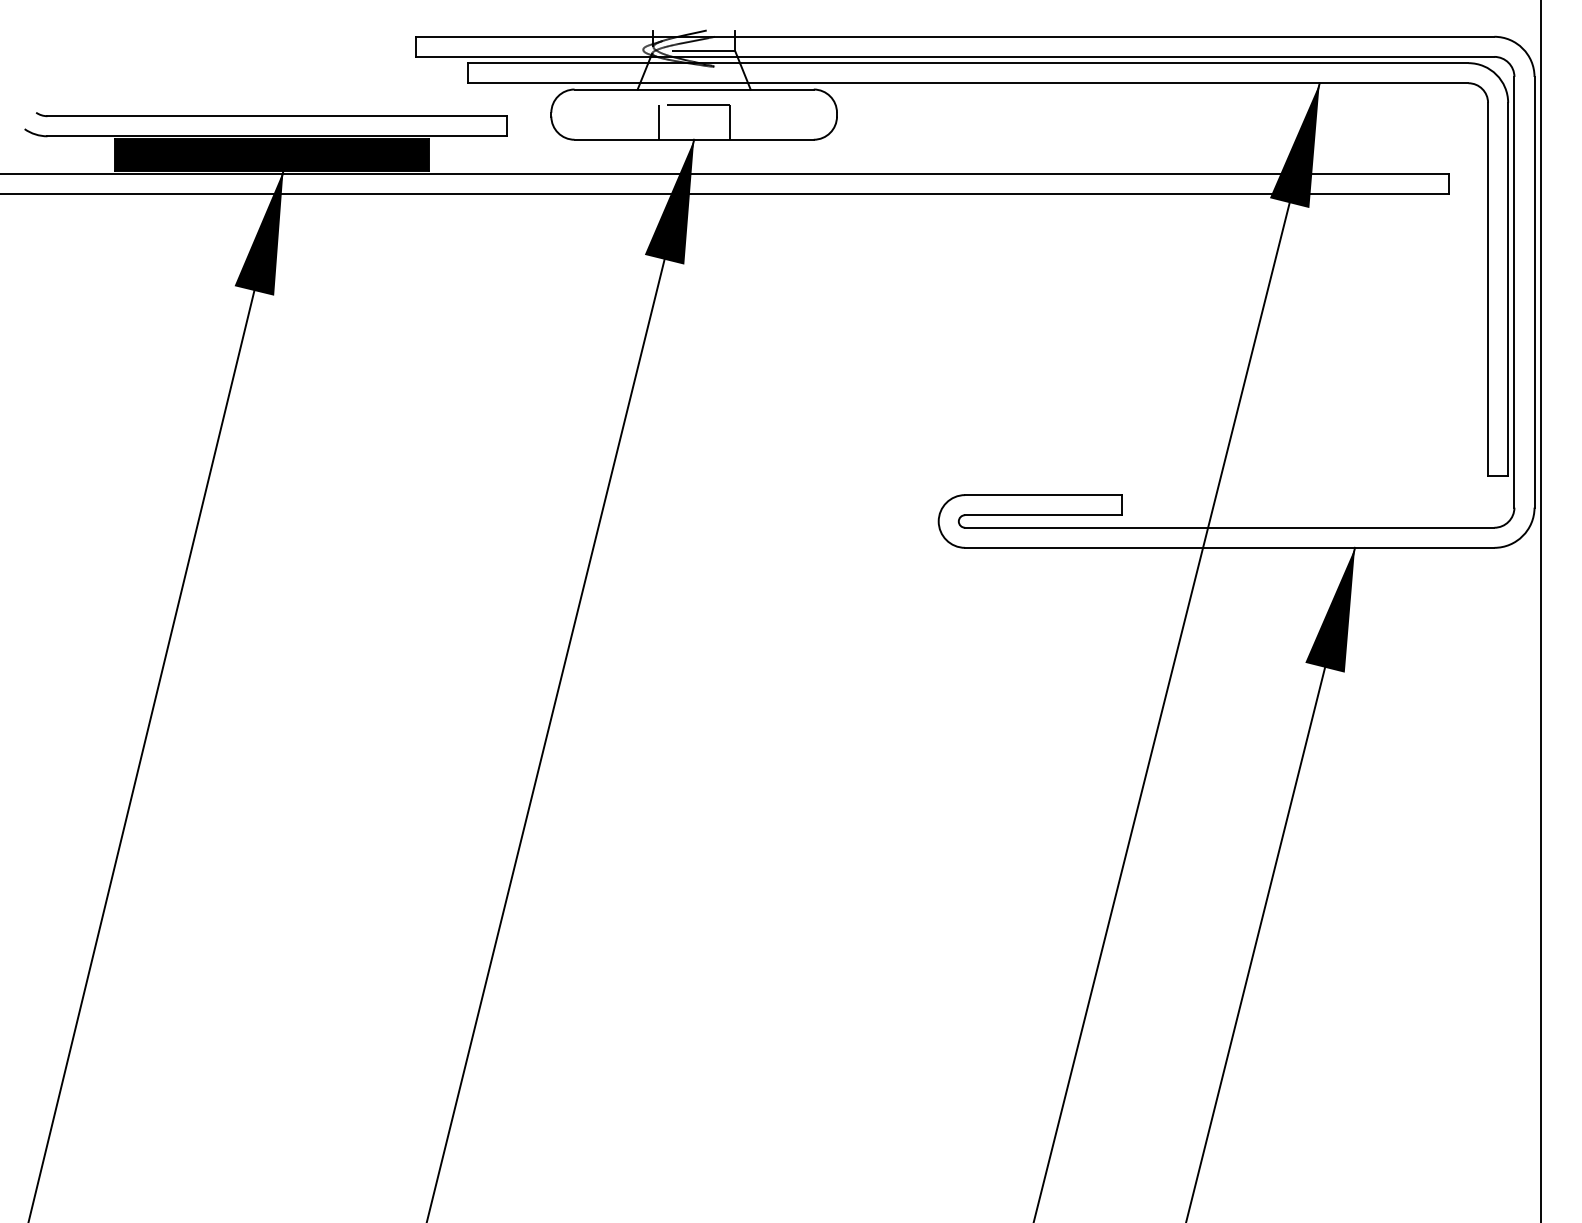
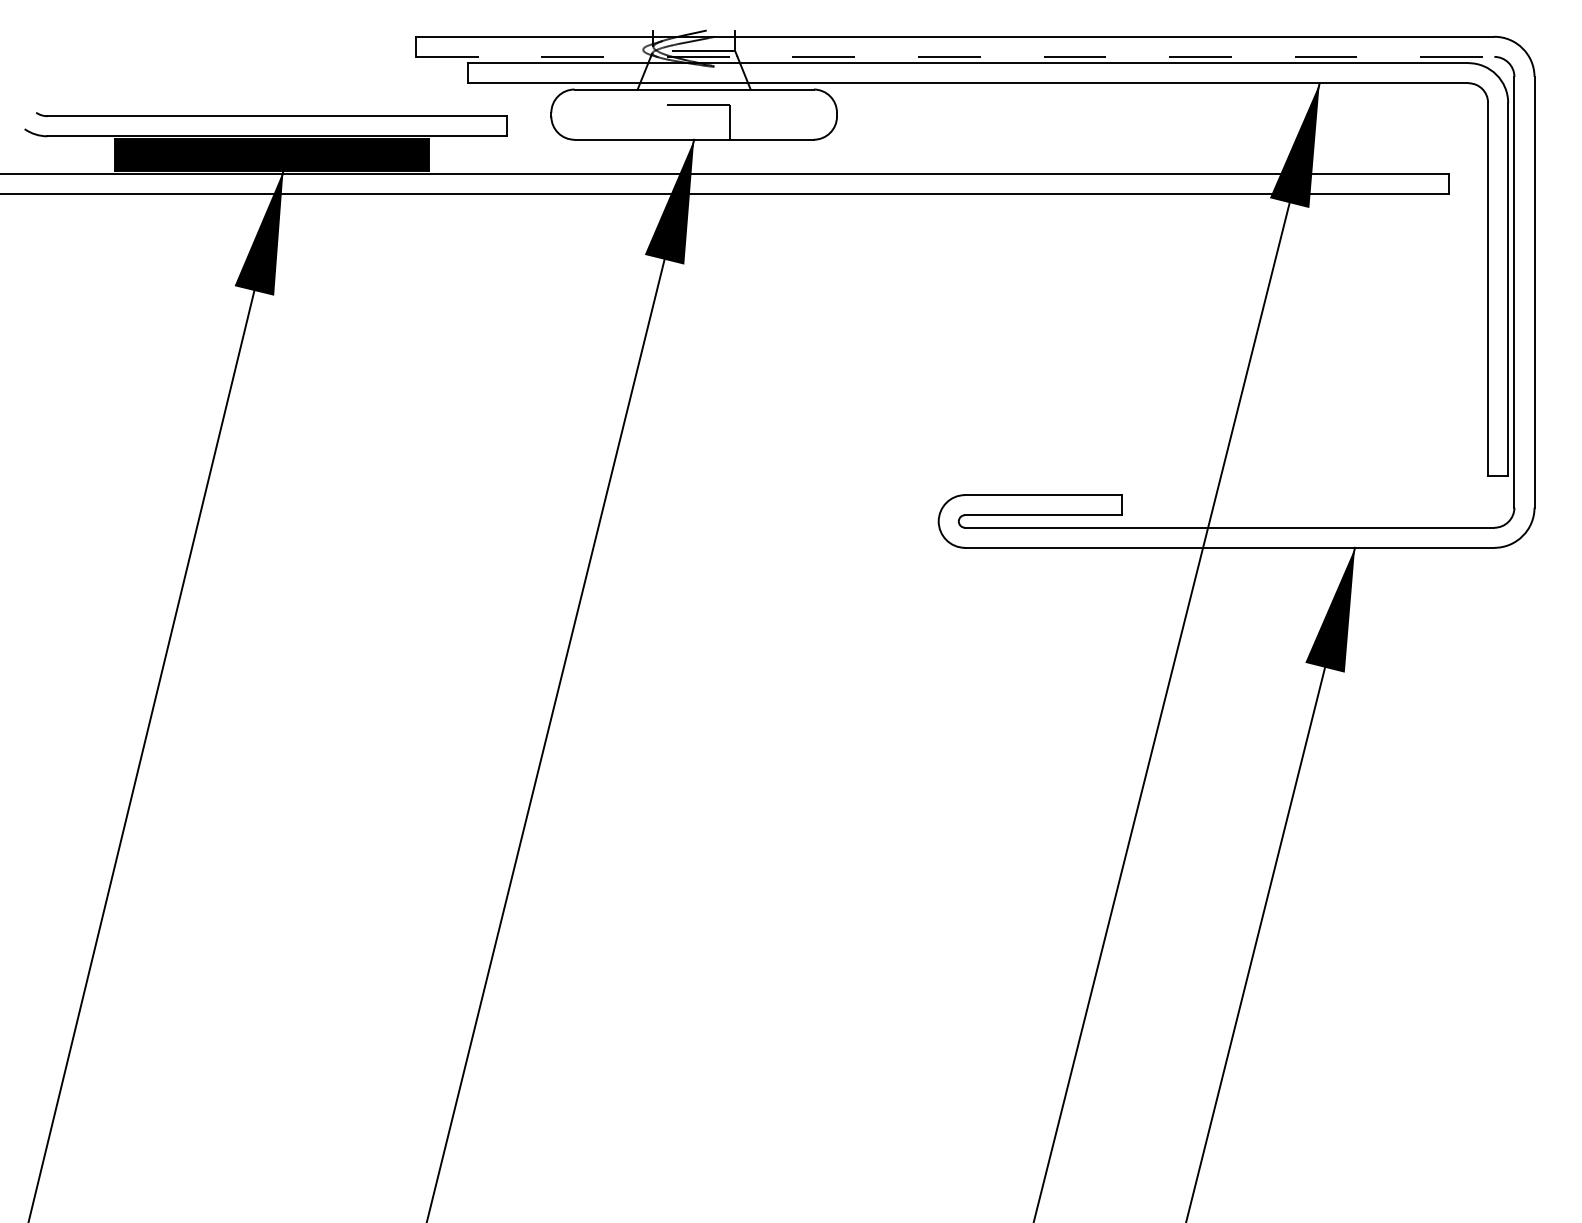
line at (955, 56): solid -> dashed
line at (658, 121): present -> none
line at (1540, 610): present -> none
